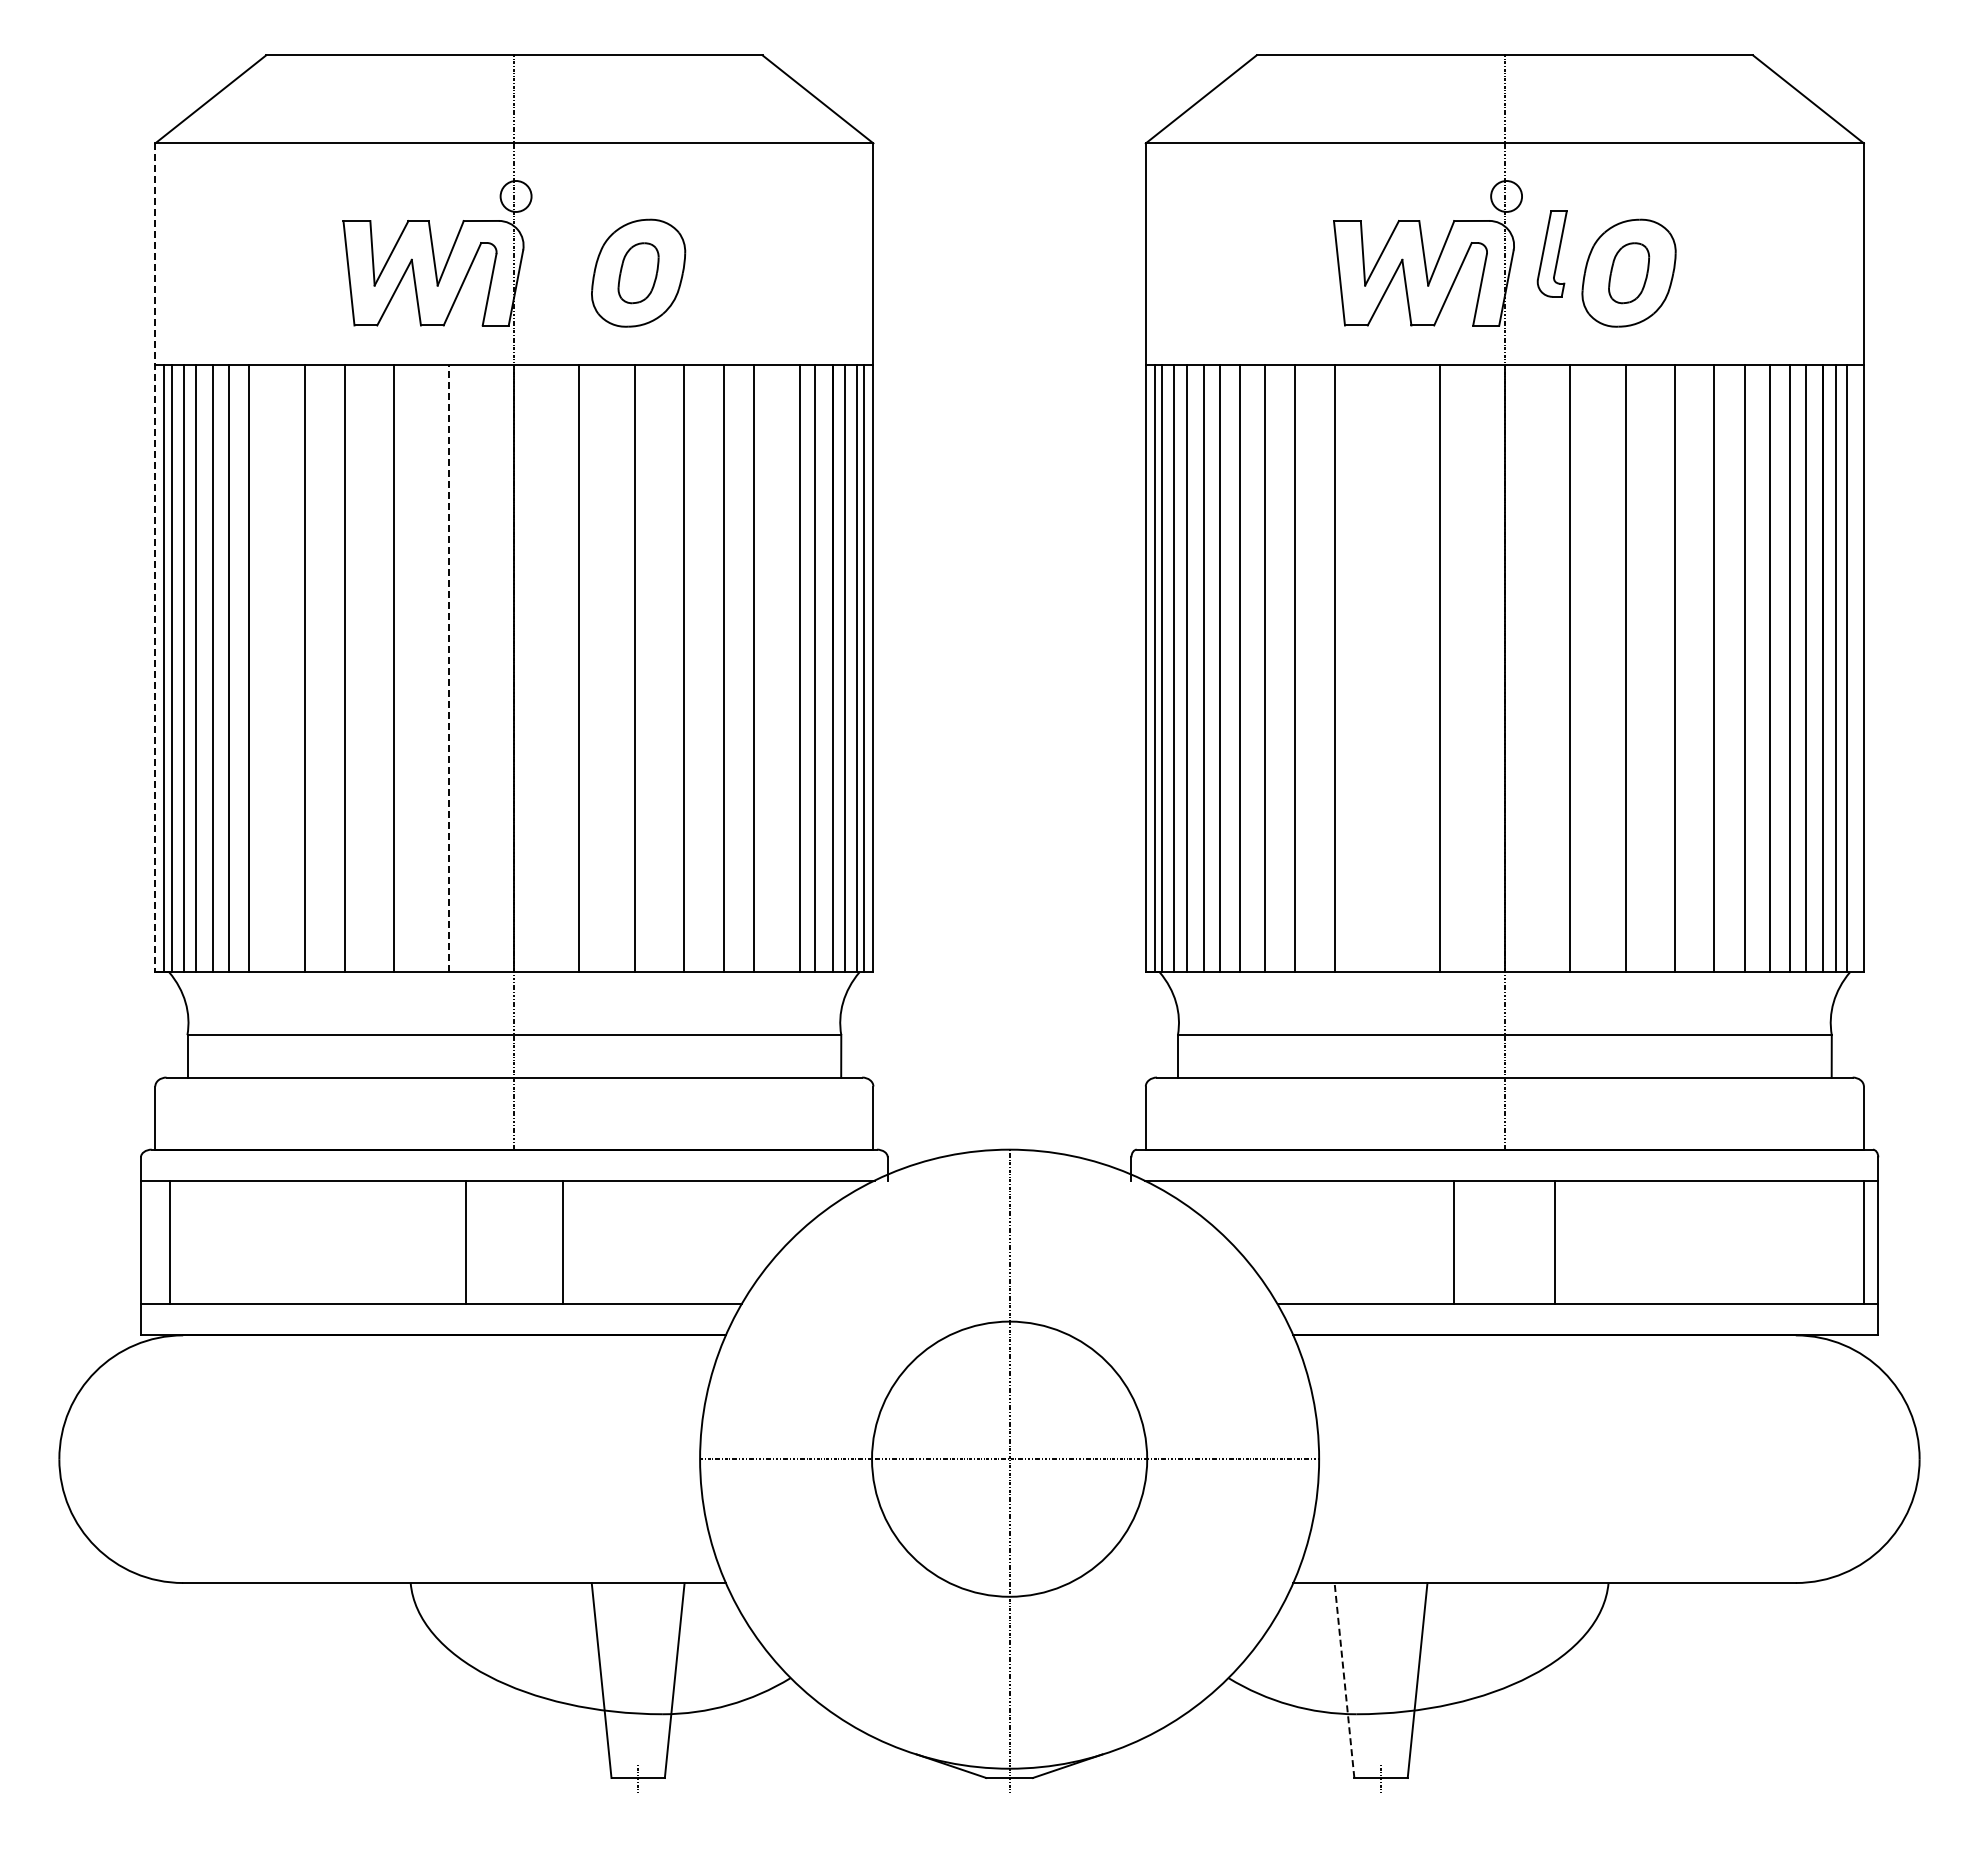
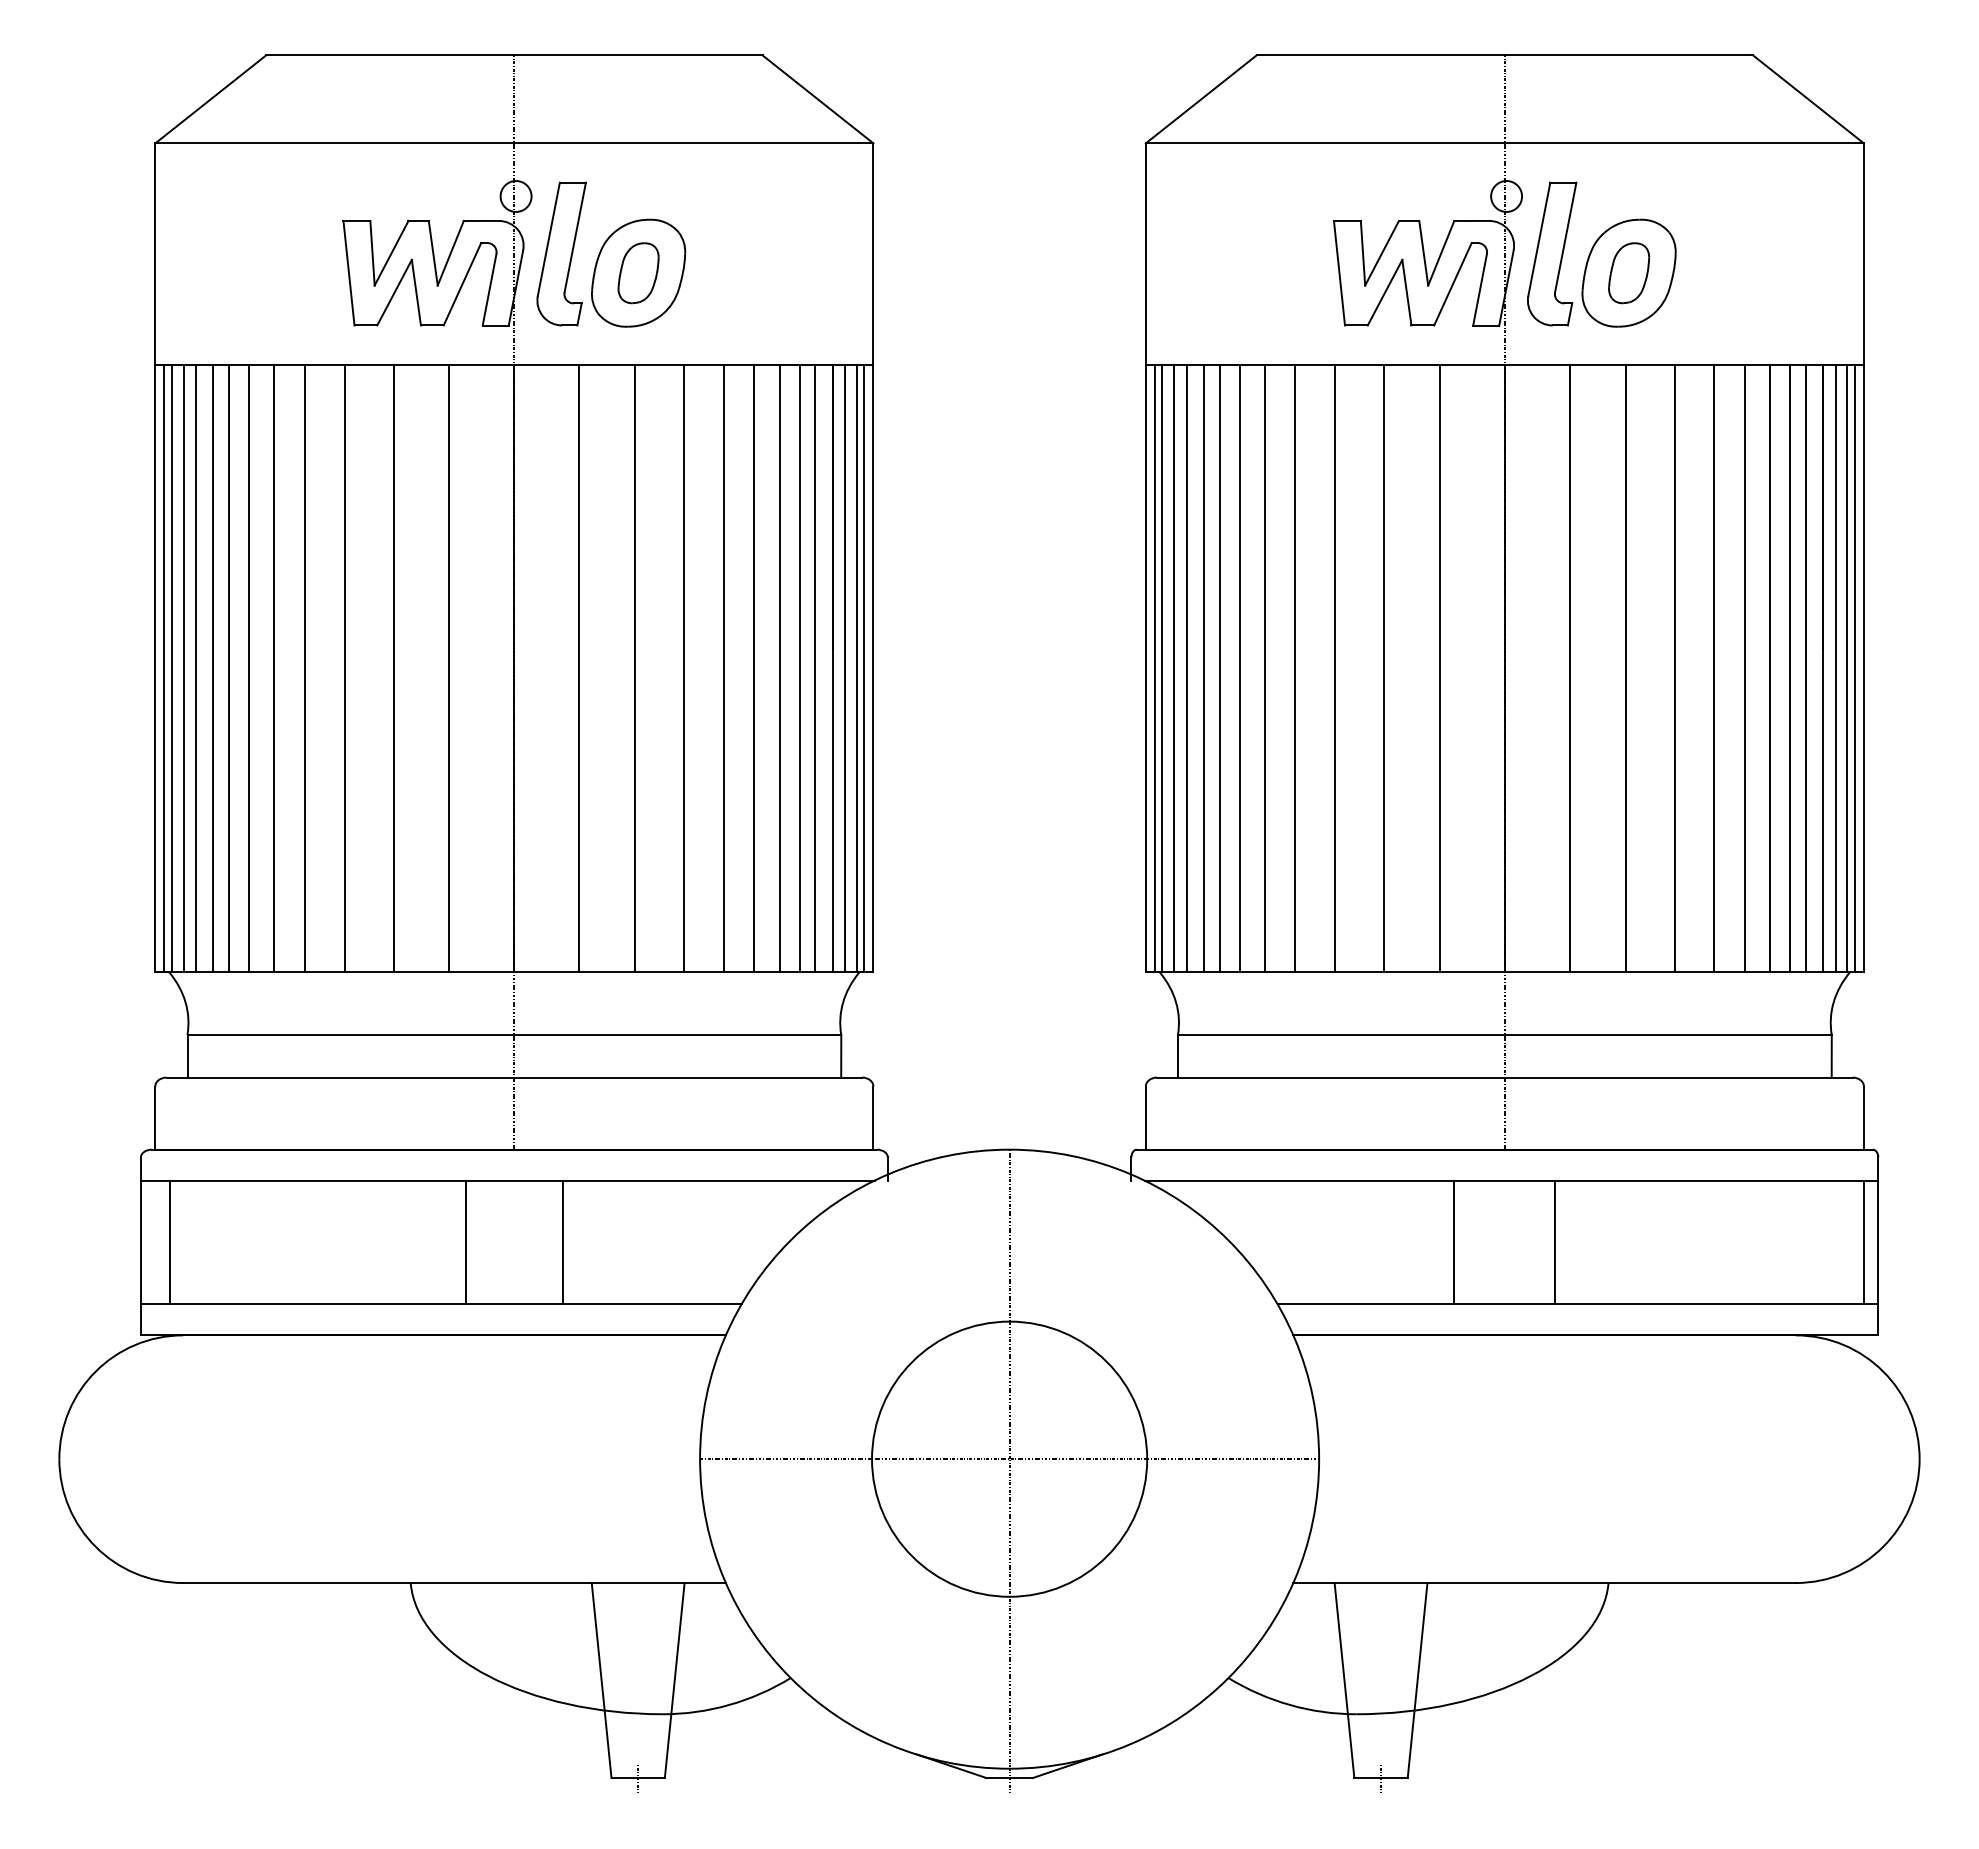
part at (561, 253): none -> present
part at (1551, 253) size: 32x88 px -> 51x146 px
line at (155, 558): dashed -> solid
line at (274, 668): none -> present
line at (449, 668): dashed -> solid
line at (779, 668): none -> present
line at (1384, 668): none -> present
line at (1854, 668): none -> present
line at (1344, 1680): dashed -> solid
